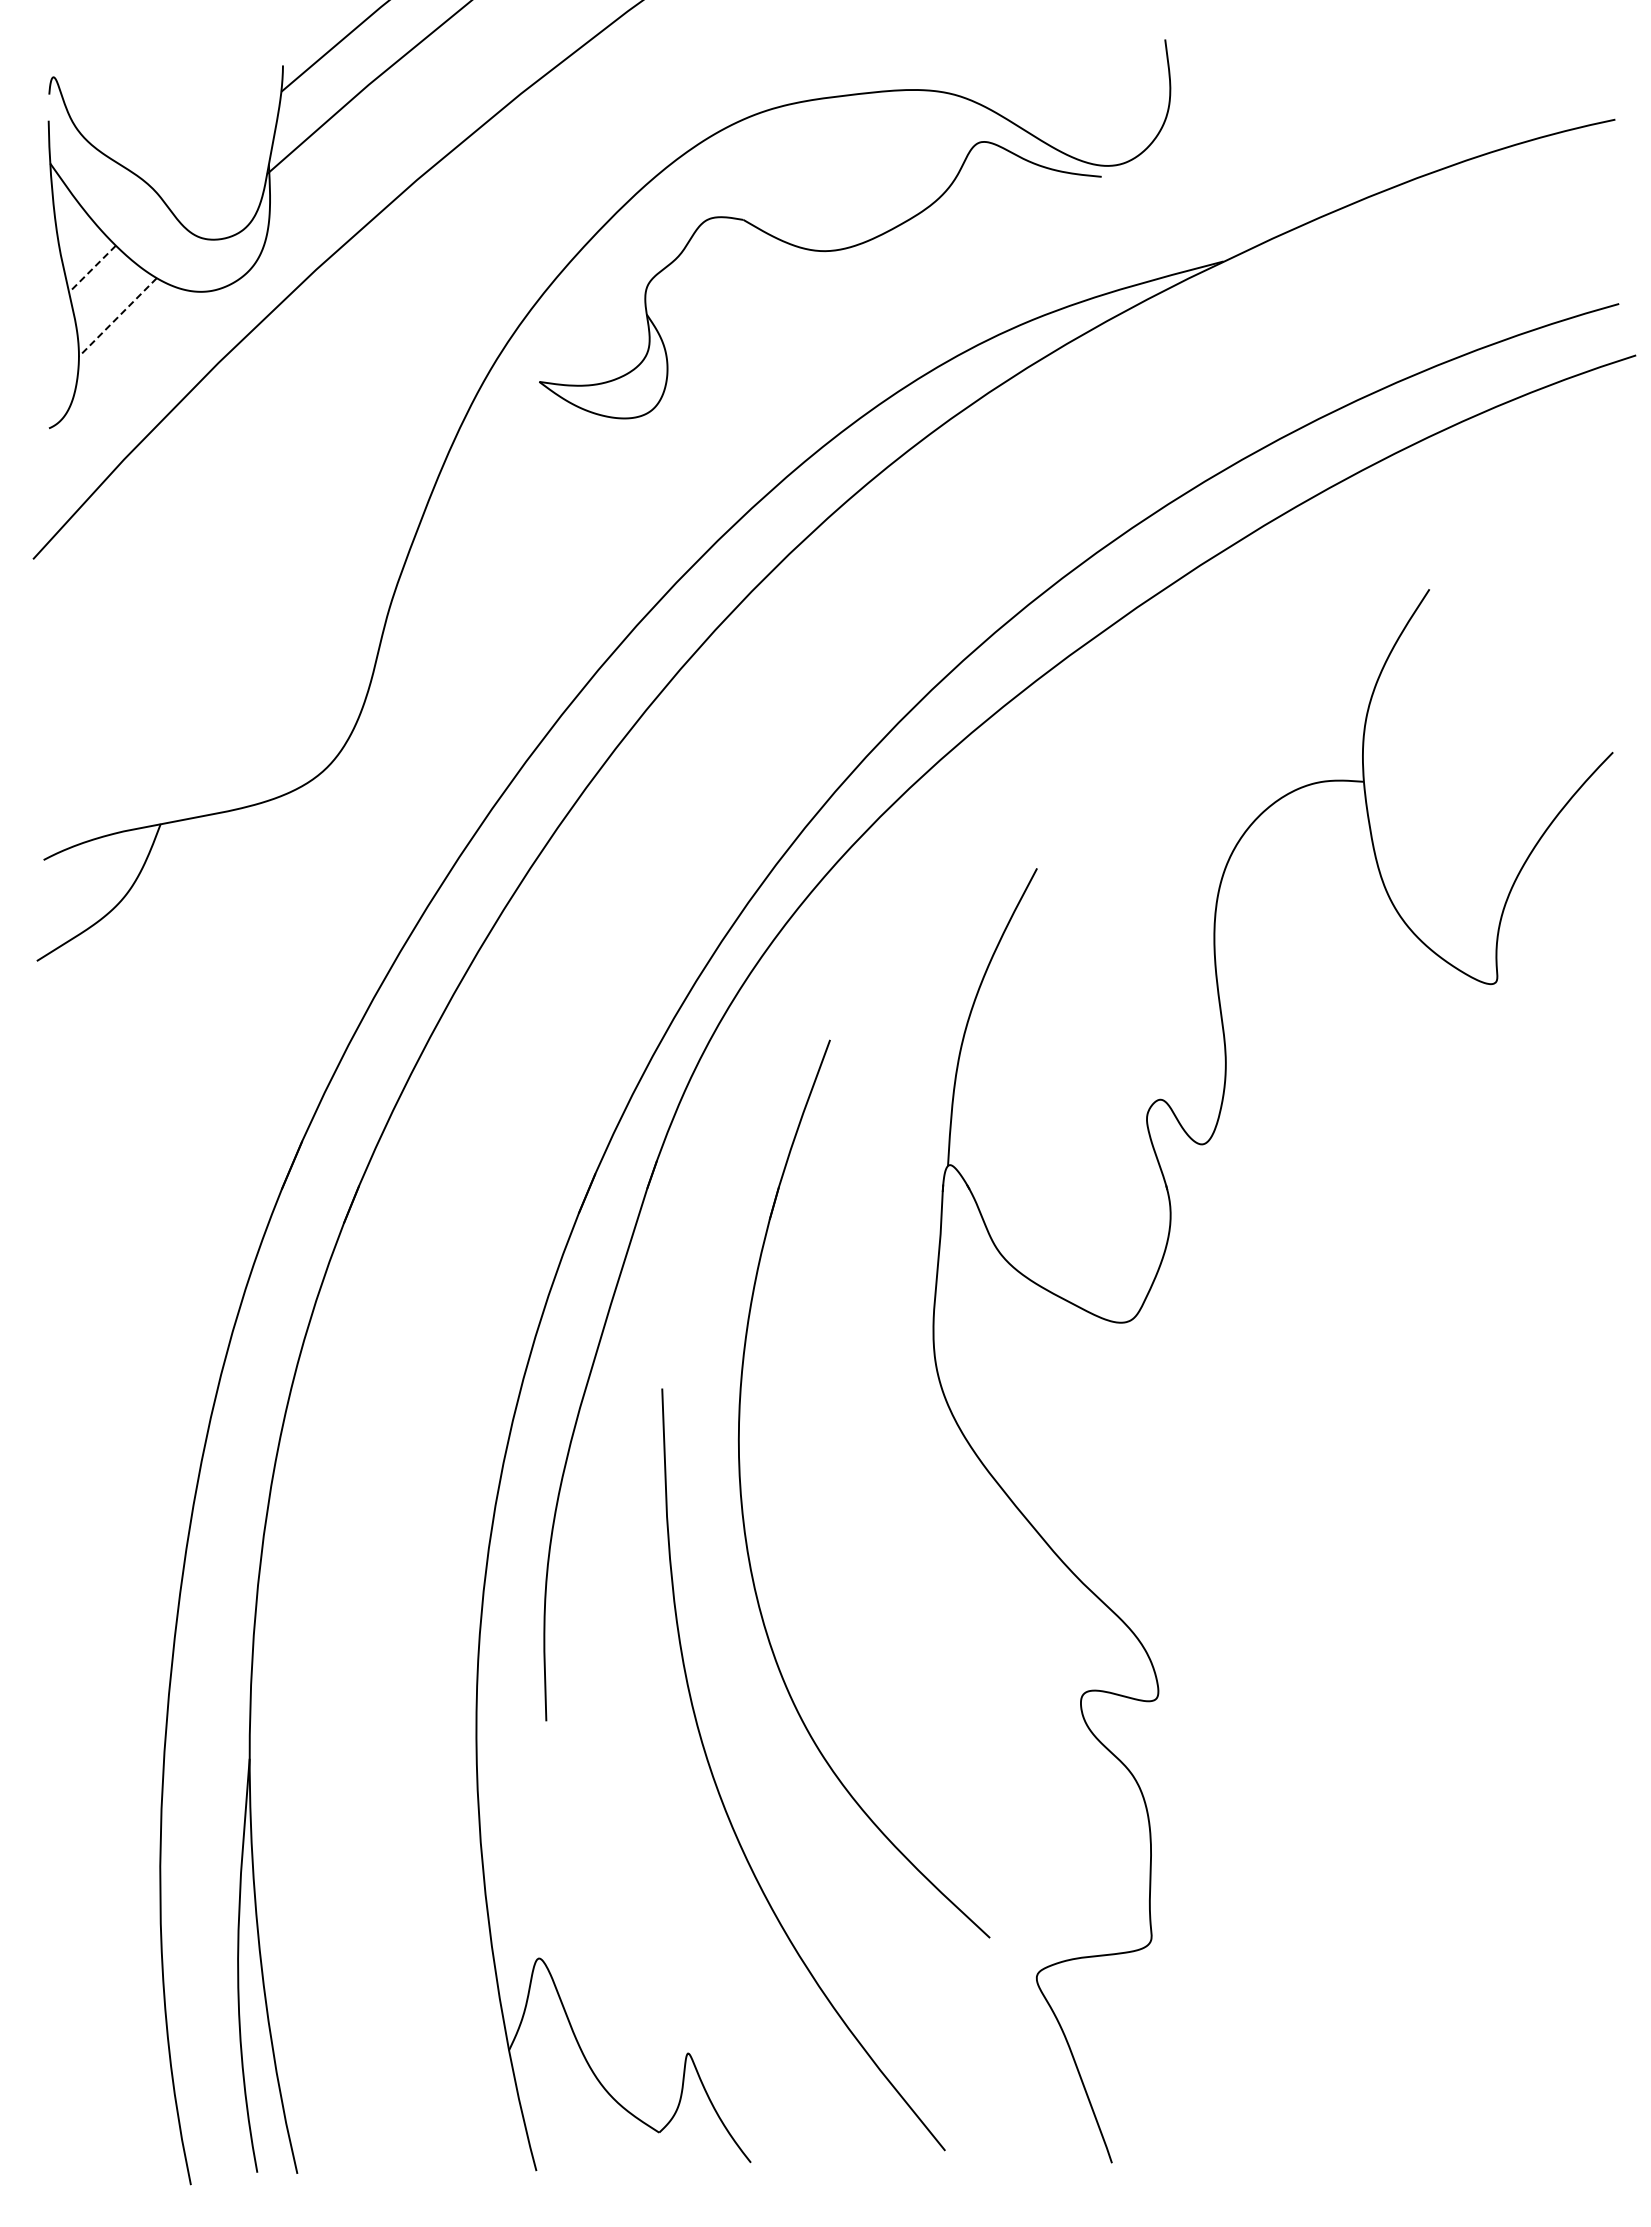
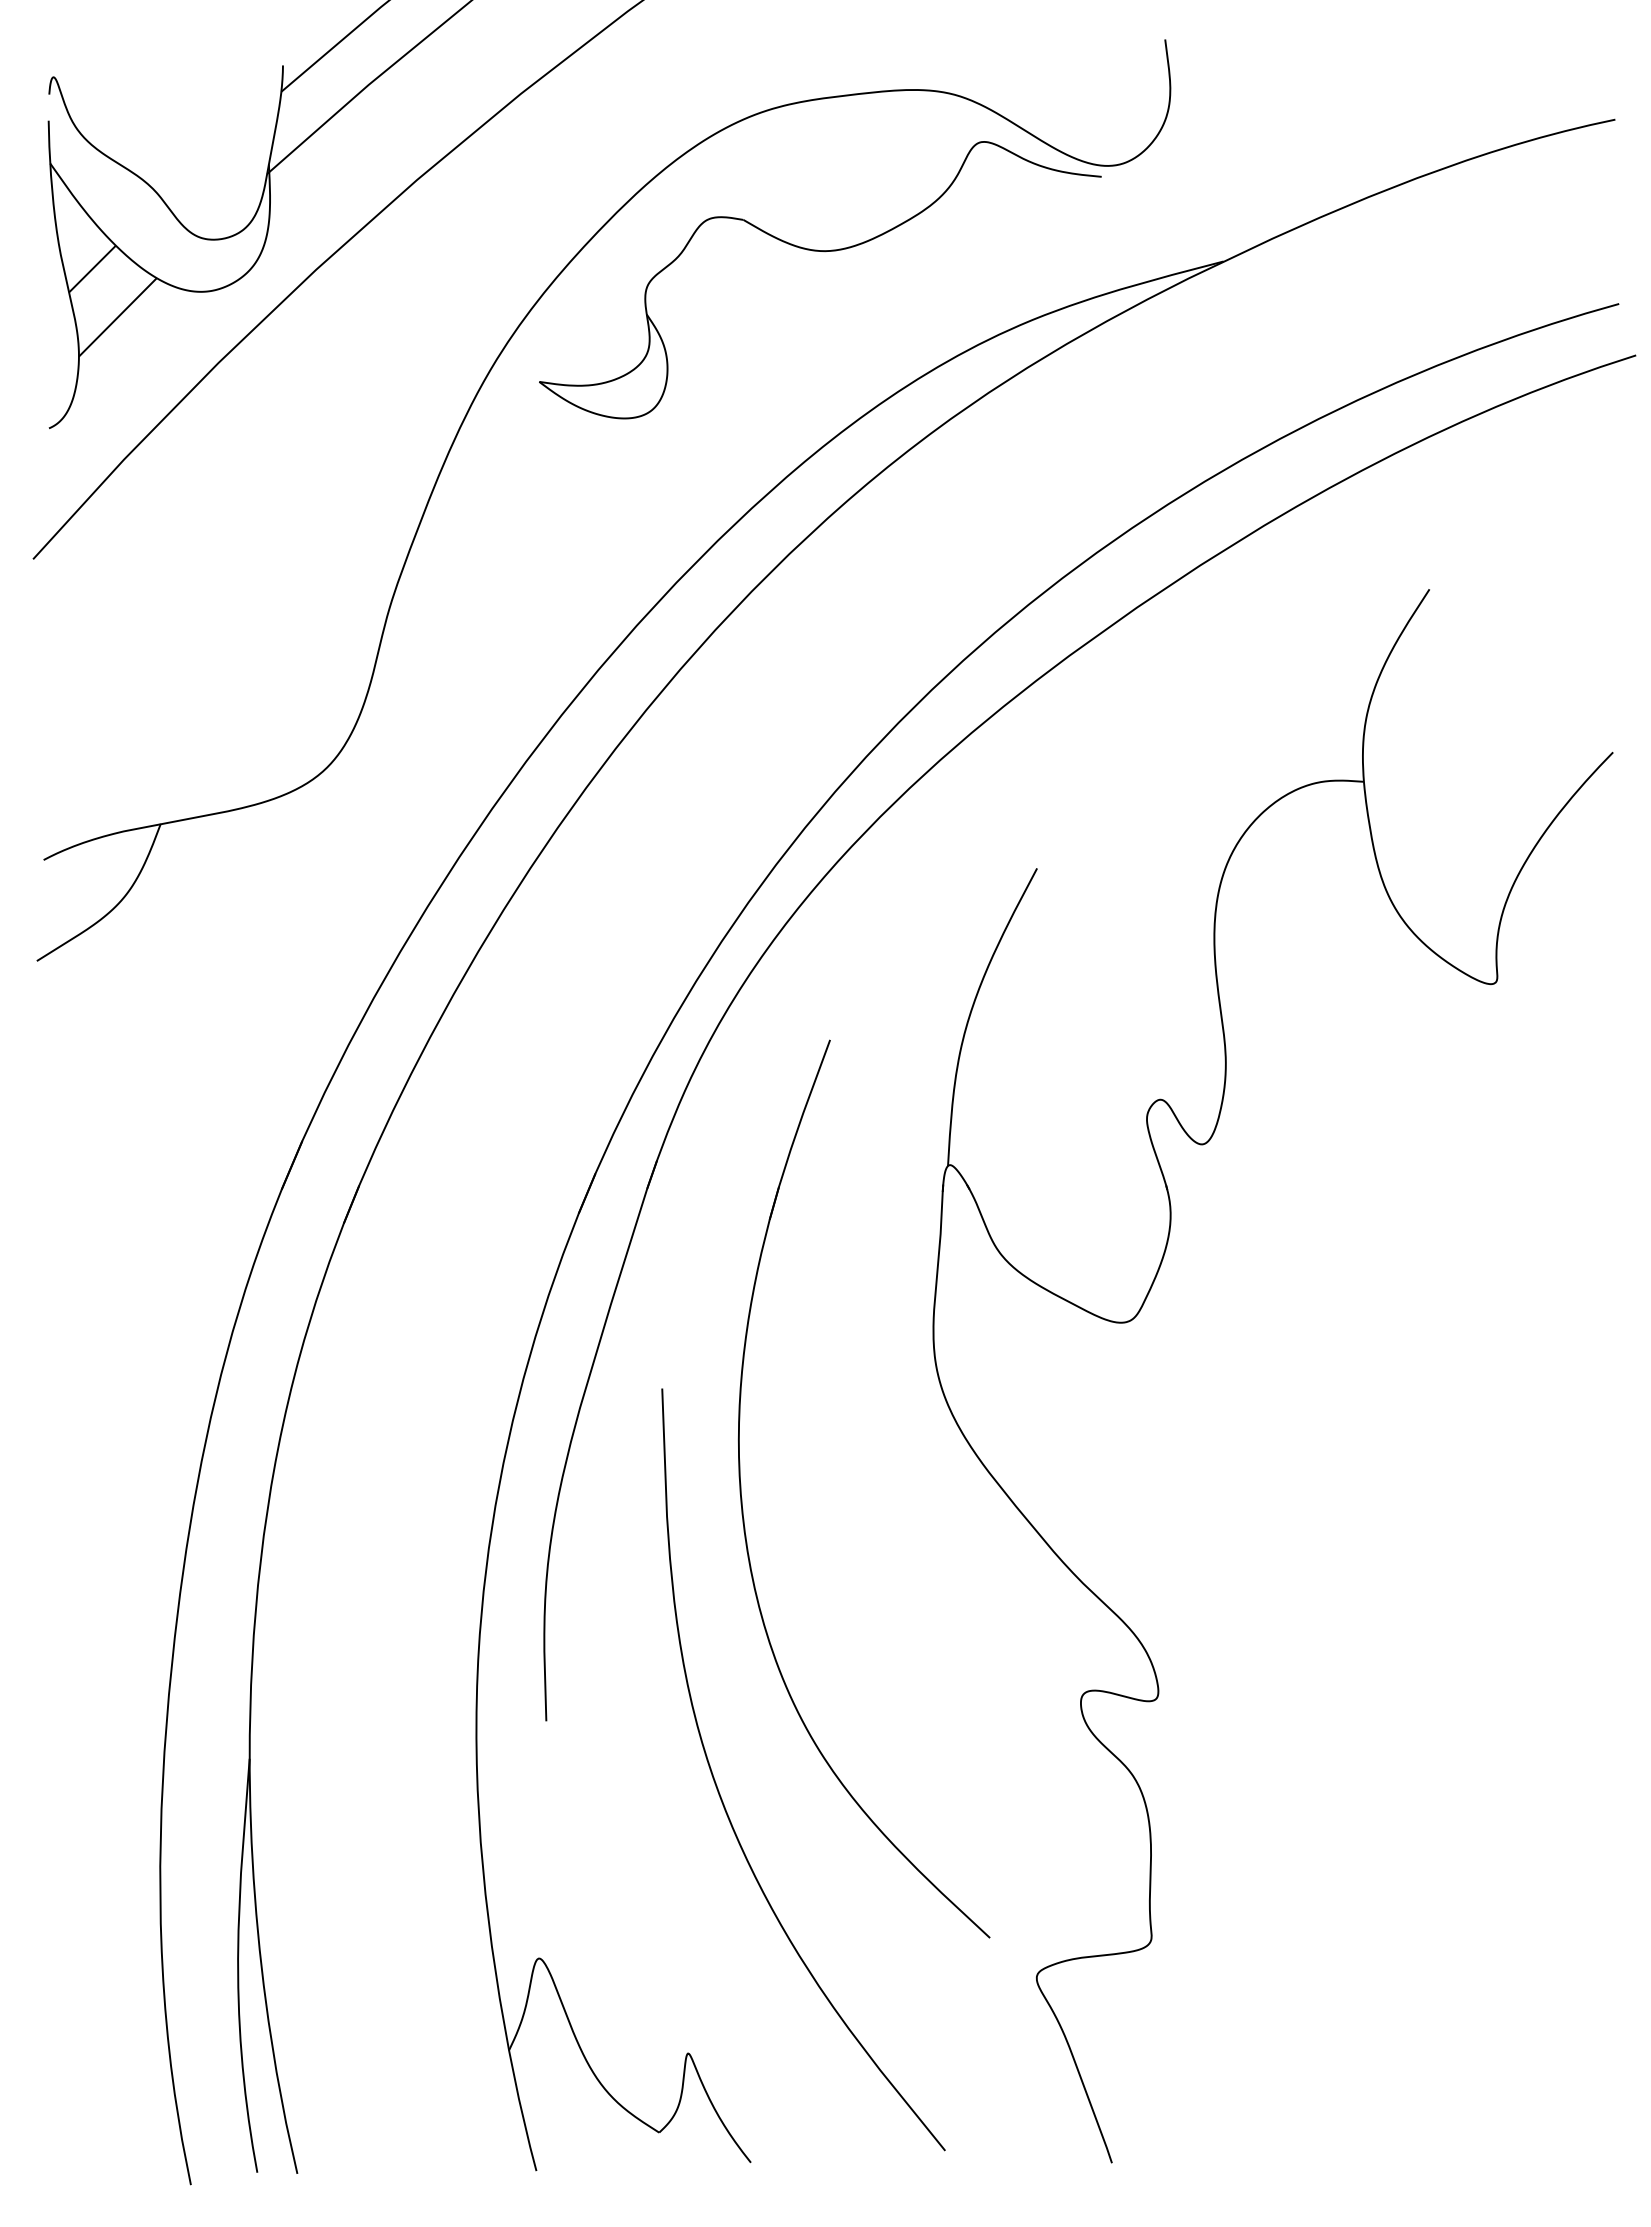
line at (92, 269): dashed -> solid
line at (117, 317): dashed -> solid
